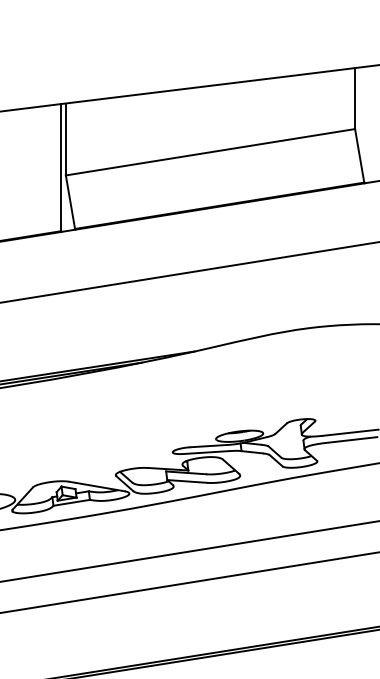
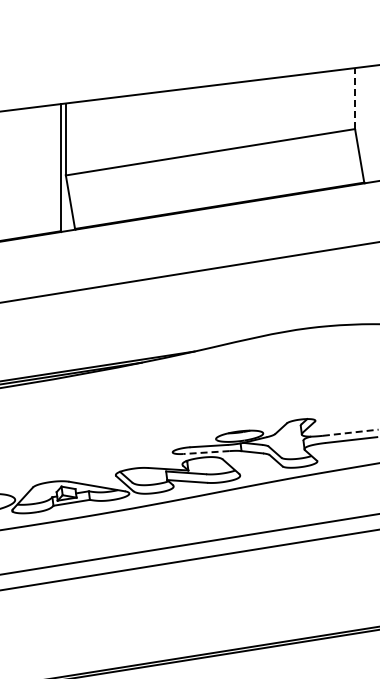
line at (355, 98): solid -> dashed
line at (351, 432): solid -> dashed
line at (206, 452): solid -> dashed
line at (189, 551) position: (189, 551) -> (189, 544)
line at (189, 582) position: (189, 582) -> (189, 559)
